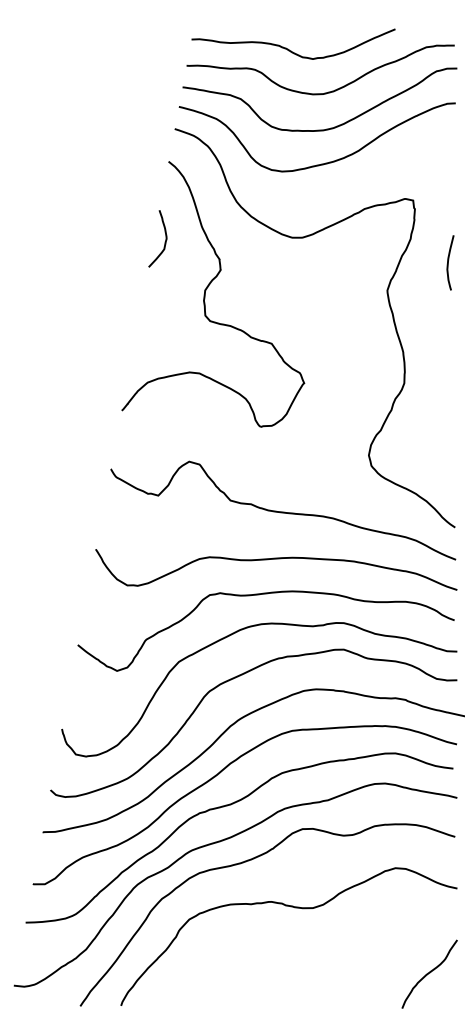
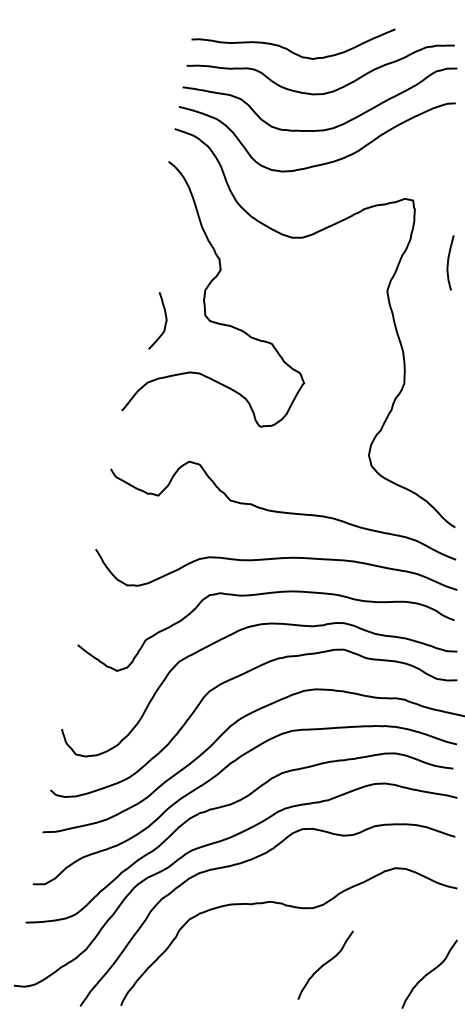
curve at (165, 238) position: (165, 238) -> (165, 320)
curve at (325, 964): none -> present
